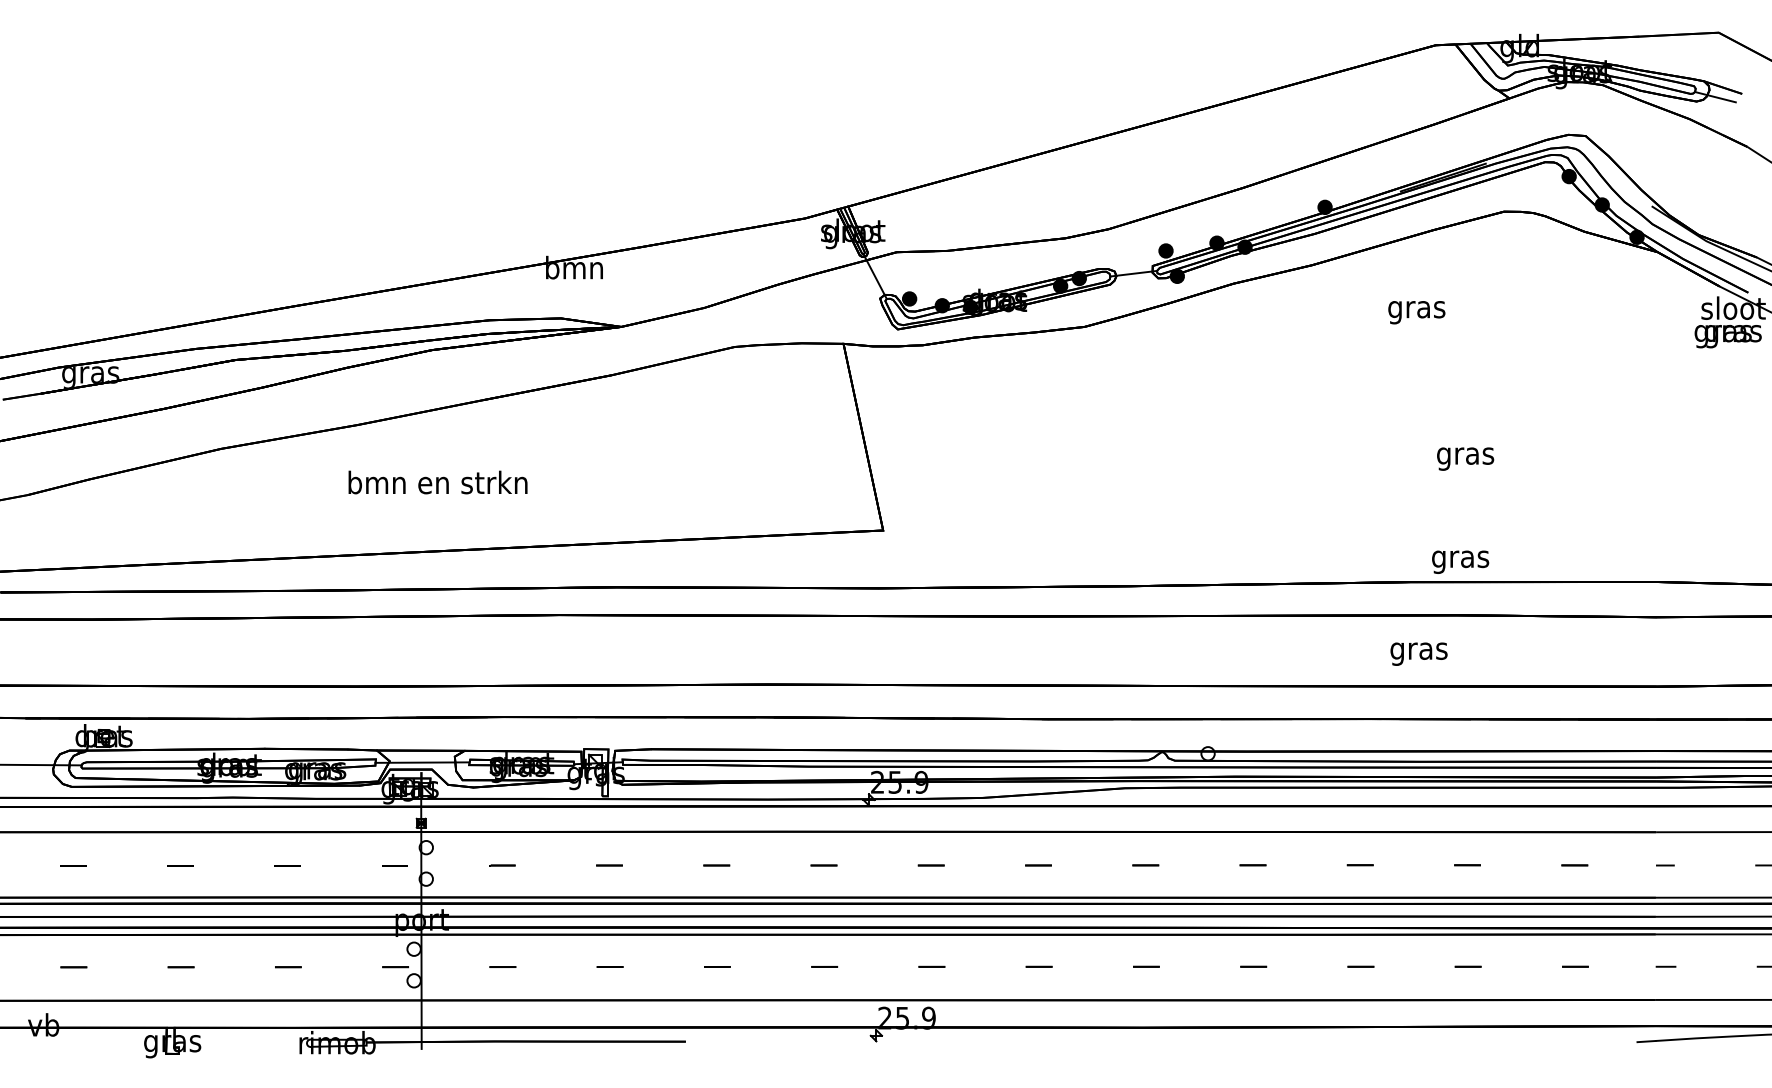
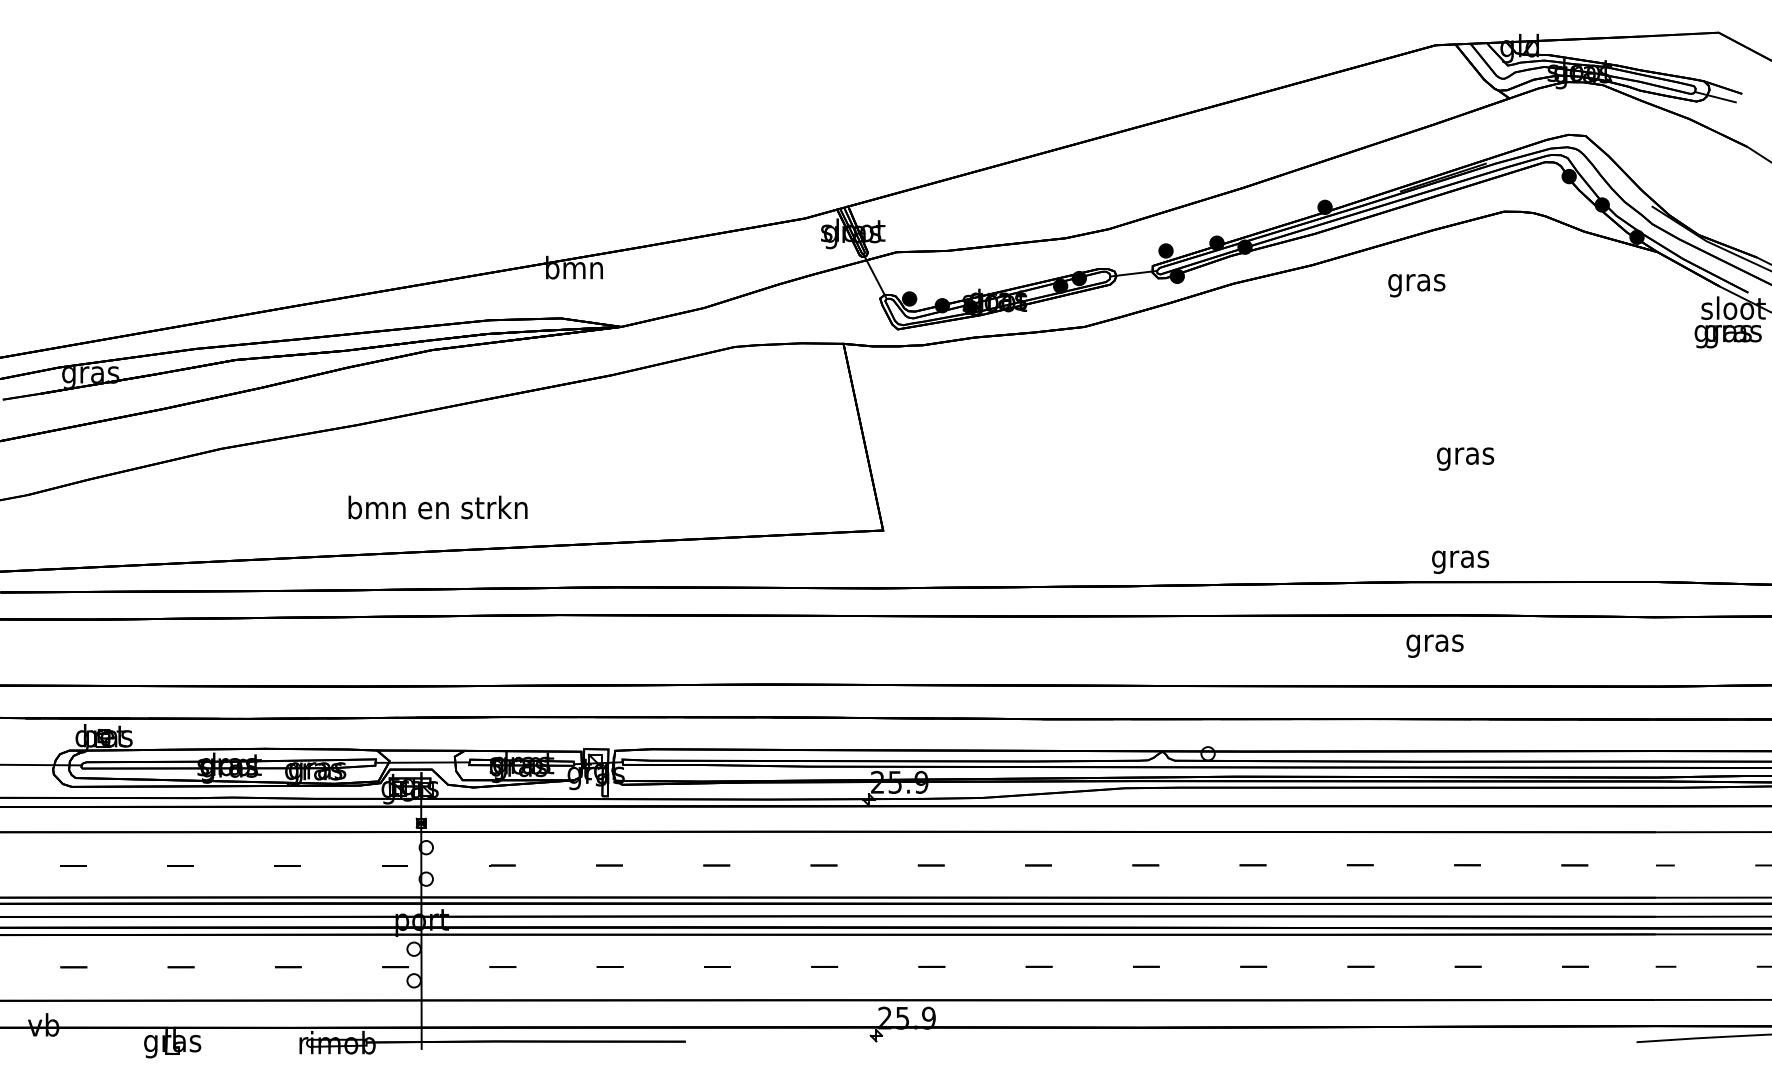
text at (1416, 312) position: (1416, 312) -> (1416, 285)
text at (437, 482) position: (437, 482) -> (437, 507)
text at (1418, 653) position: (1418, 653) -> (1434, 645)
